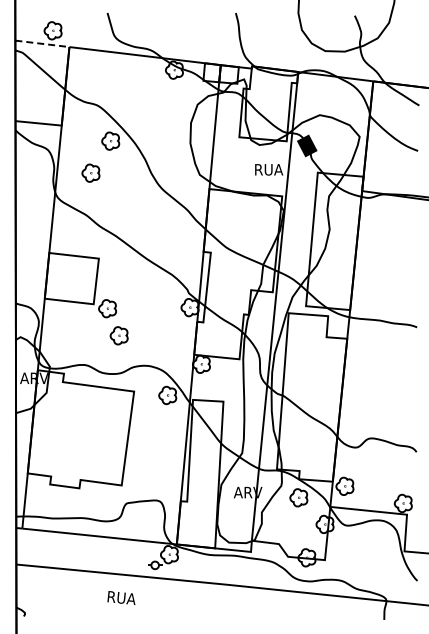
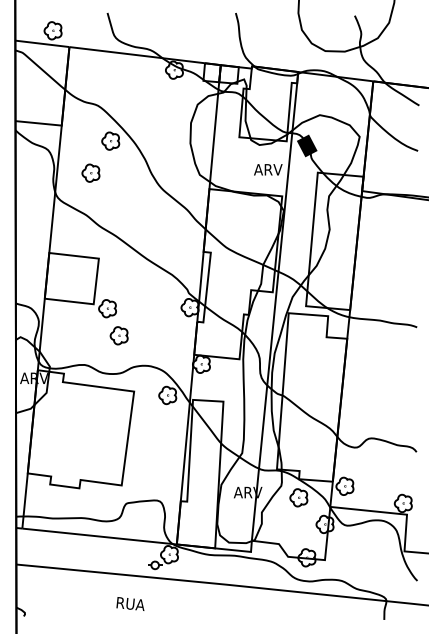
line at (41, 43): dashed -> solid
text at (268, 169): RUA -> ARV
text at (121, 597) position: (121, 597) -> (130, 603)
